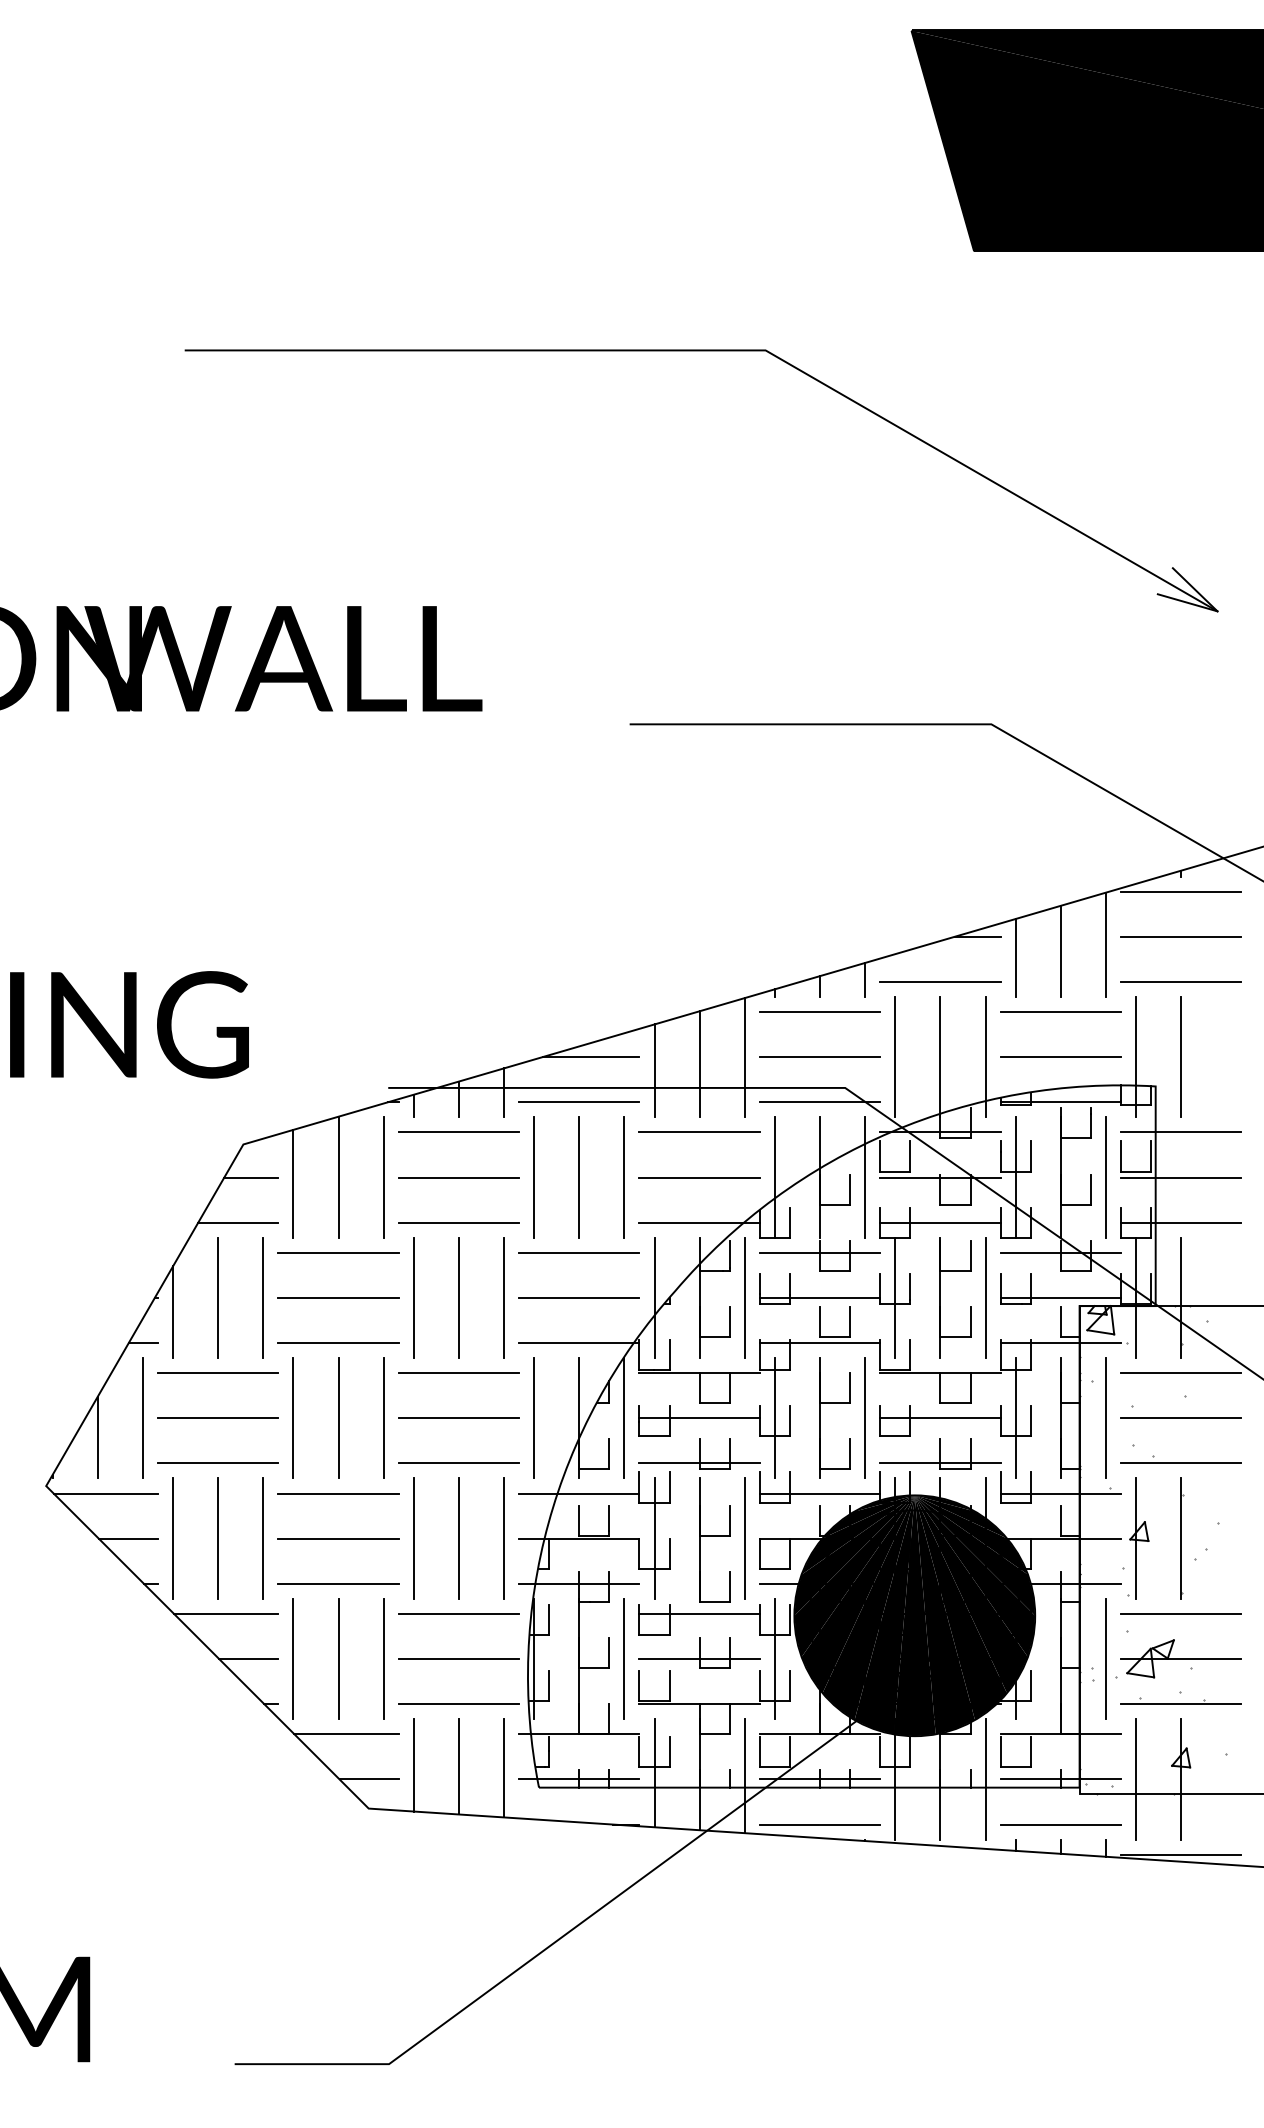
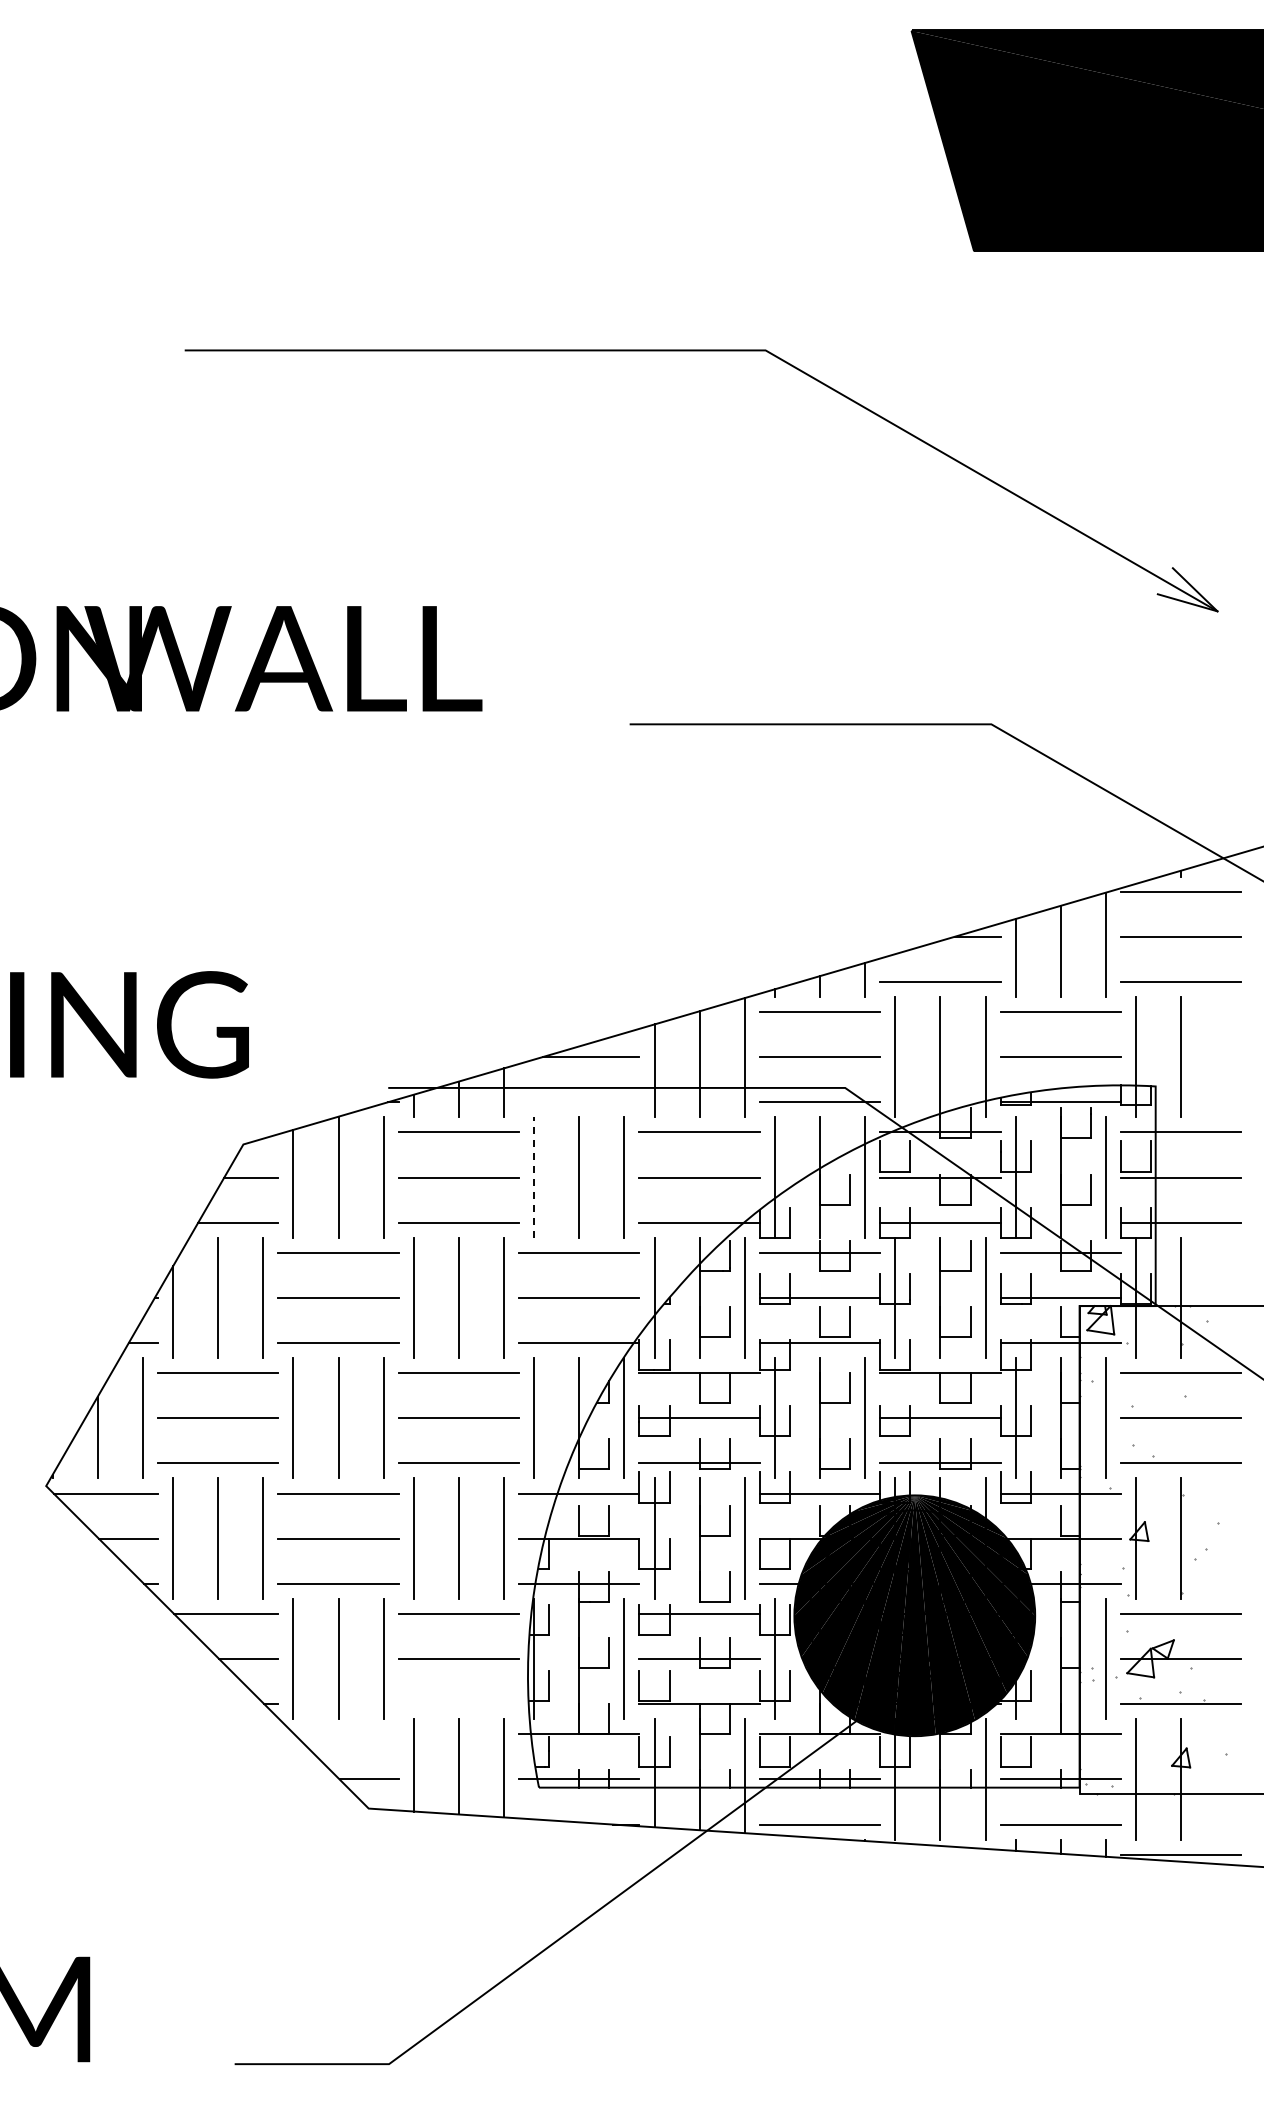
line at (579, 1102): present -> none
line at (534, 1177): solid -> dashed
line at (458, 1704): present -> none
line at (346, 1734): present -> none
